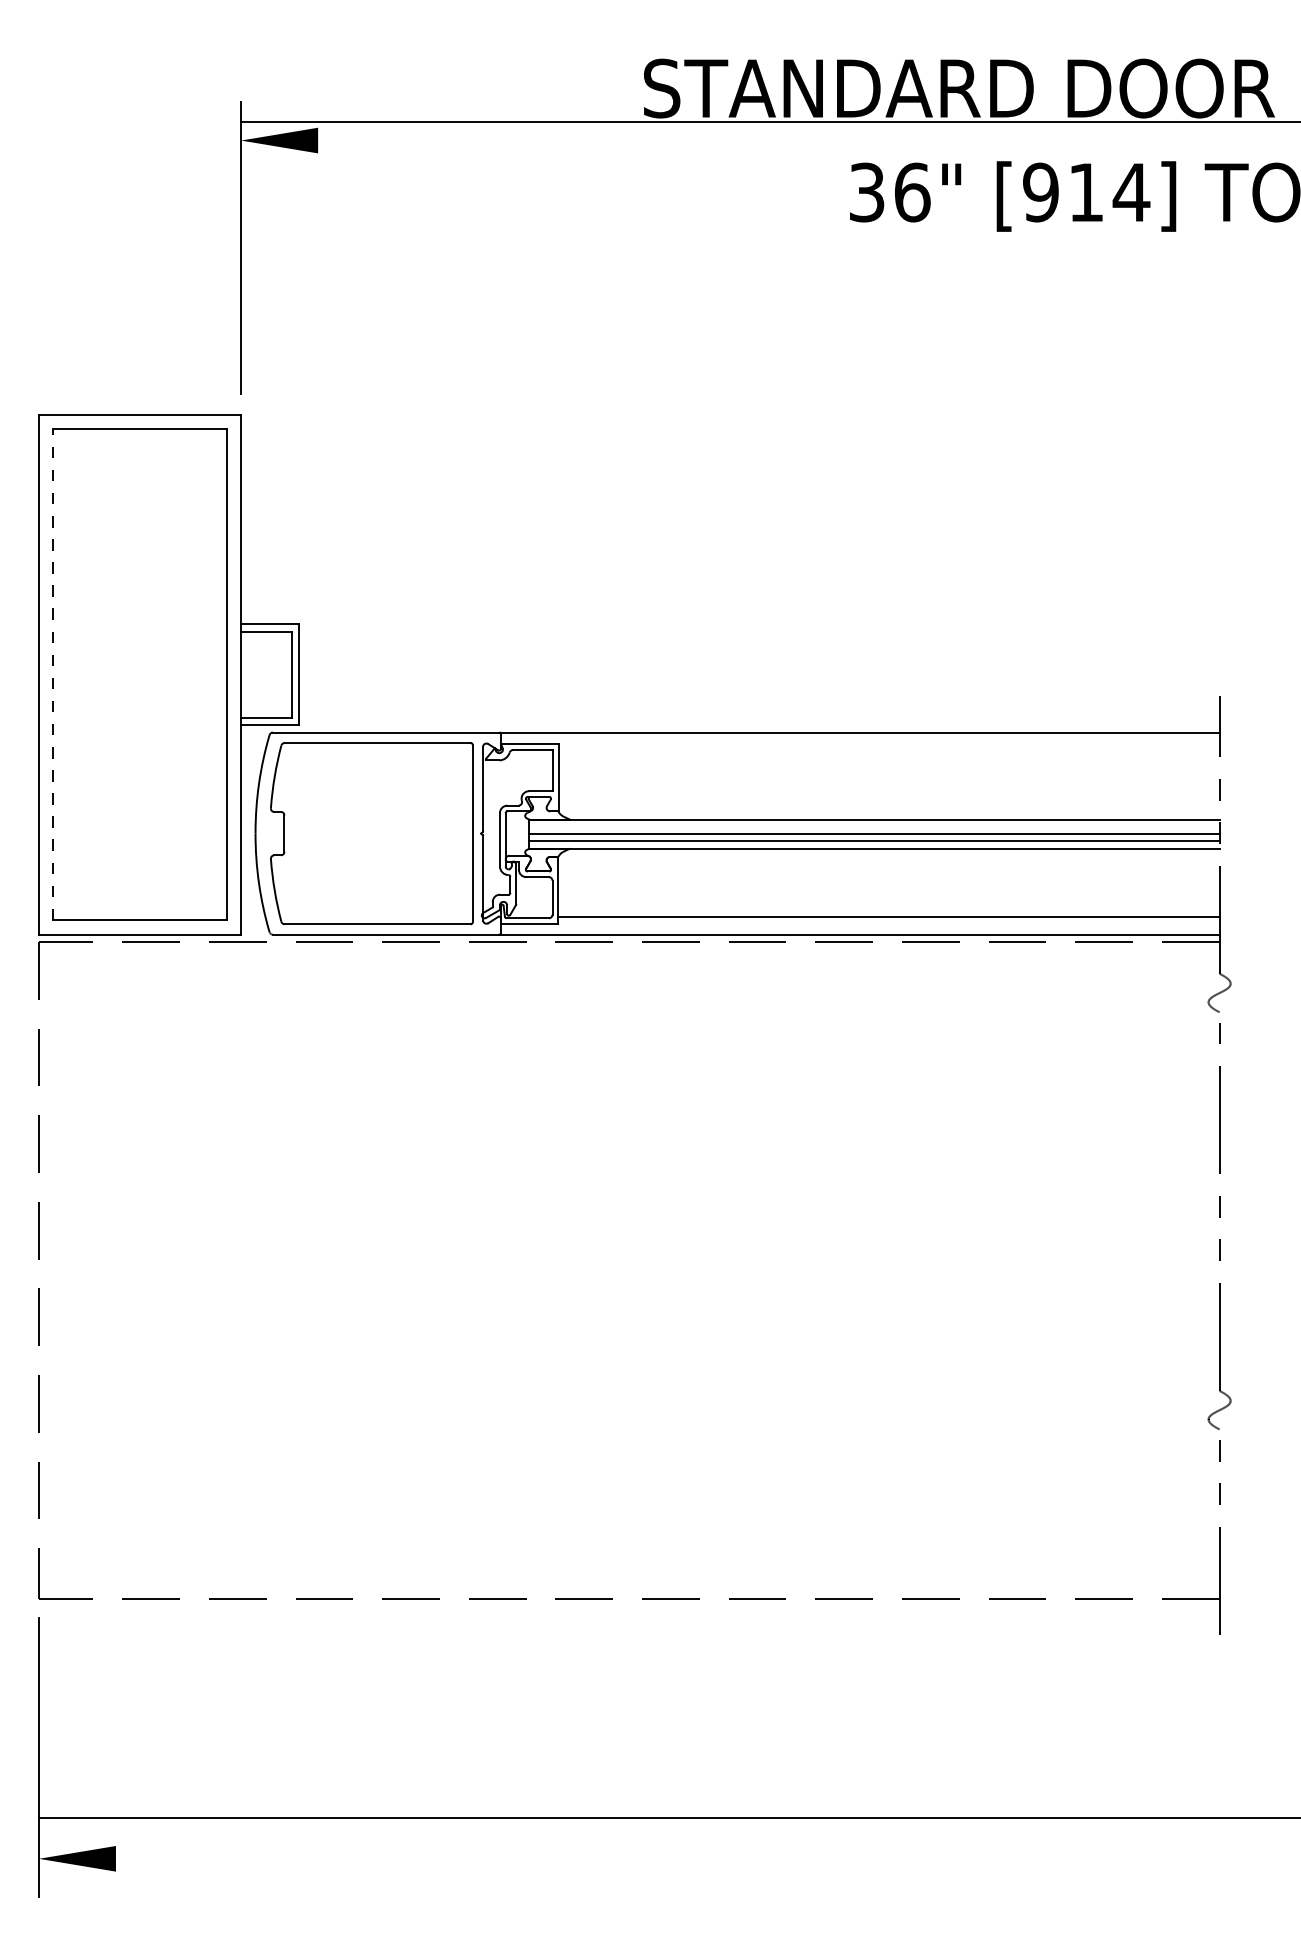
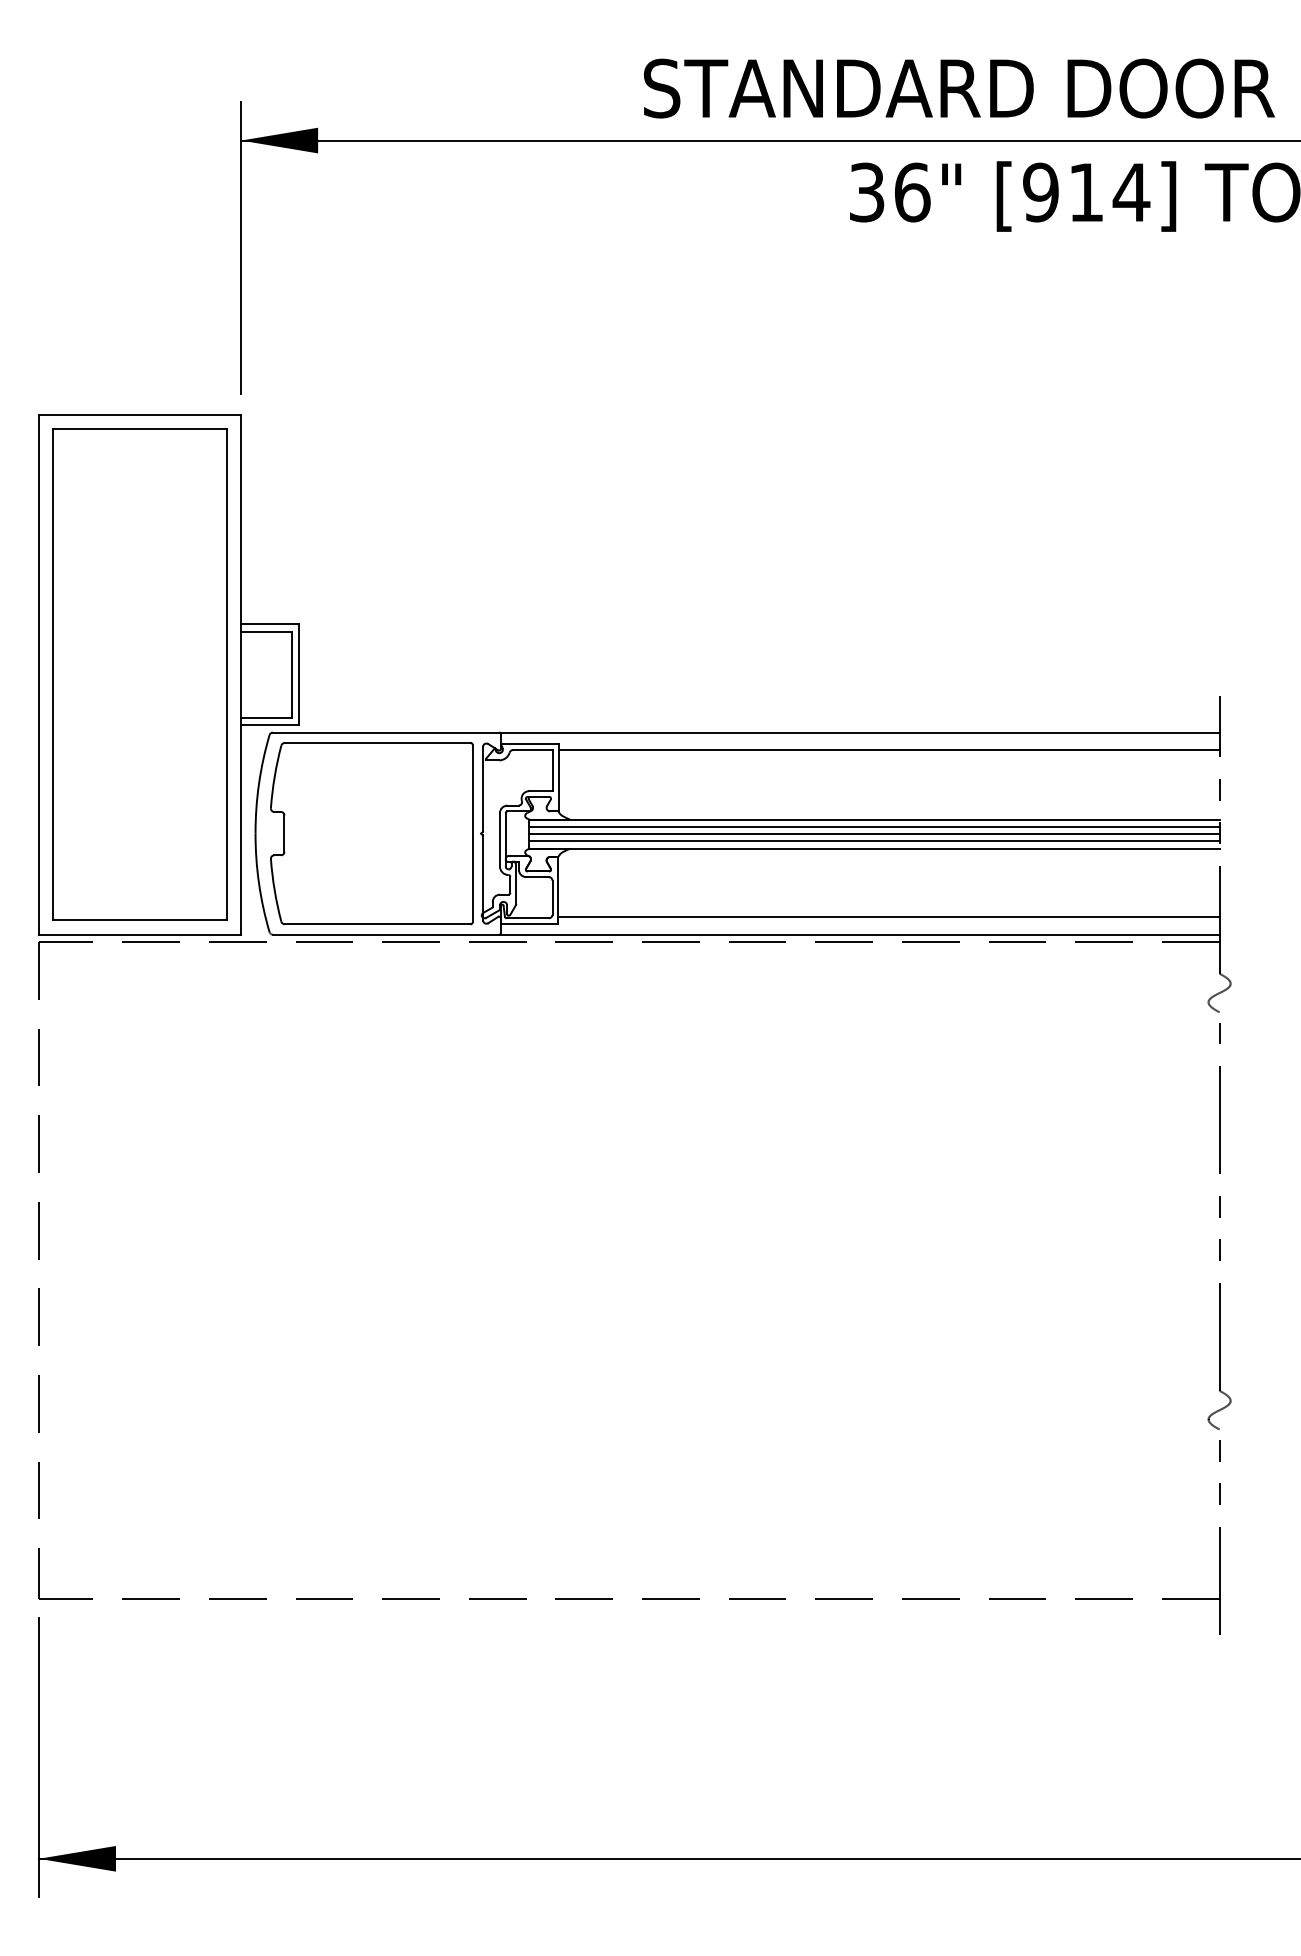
line at (769, 121) position: (769, 121) -> (769, 140)
line at (53, 674): dashed -> solid
line at (888, 750): none -> present
line at (874, 826): none -> present
line at (667, 1817) position: (667, 1817) -> (667, 1858)
